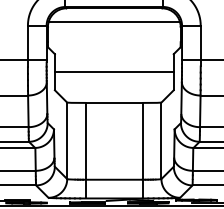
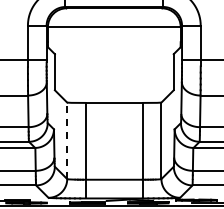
line at (113, 21) position: (113, 21) -> (113, 26)
line at (113, 71): present -> none
line at (67, 140): solid -> dashed
